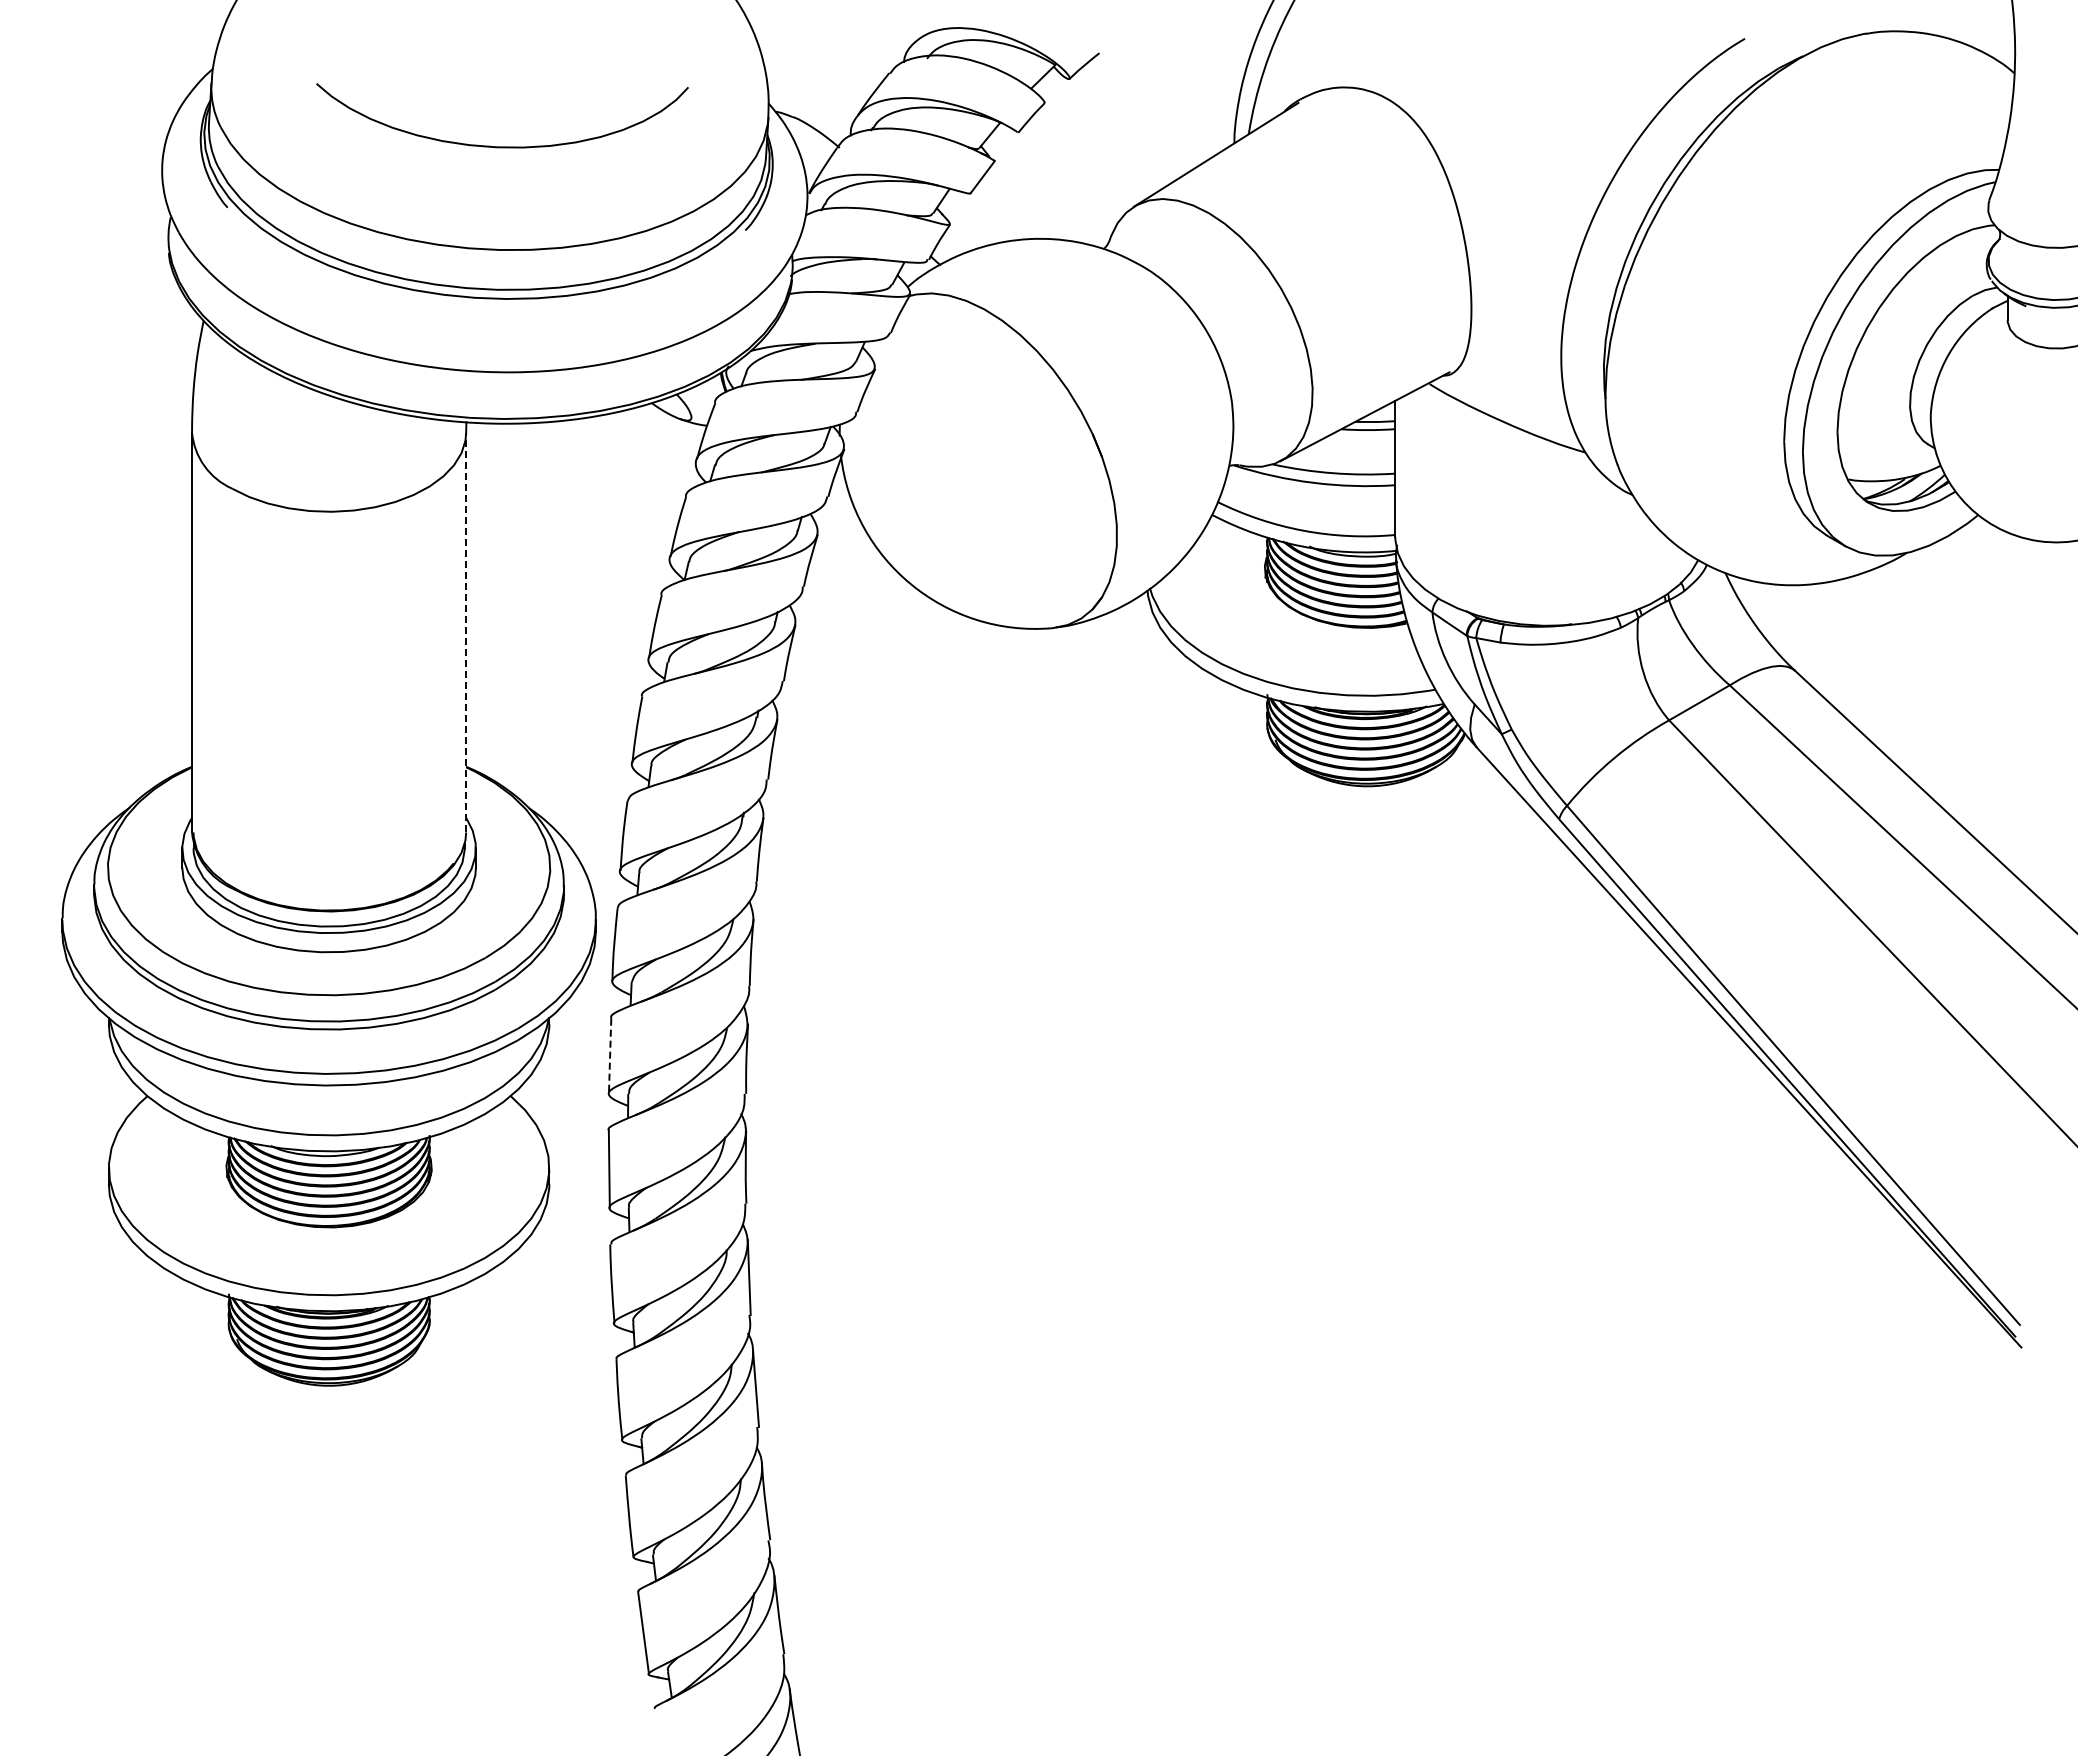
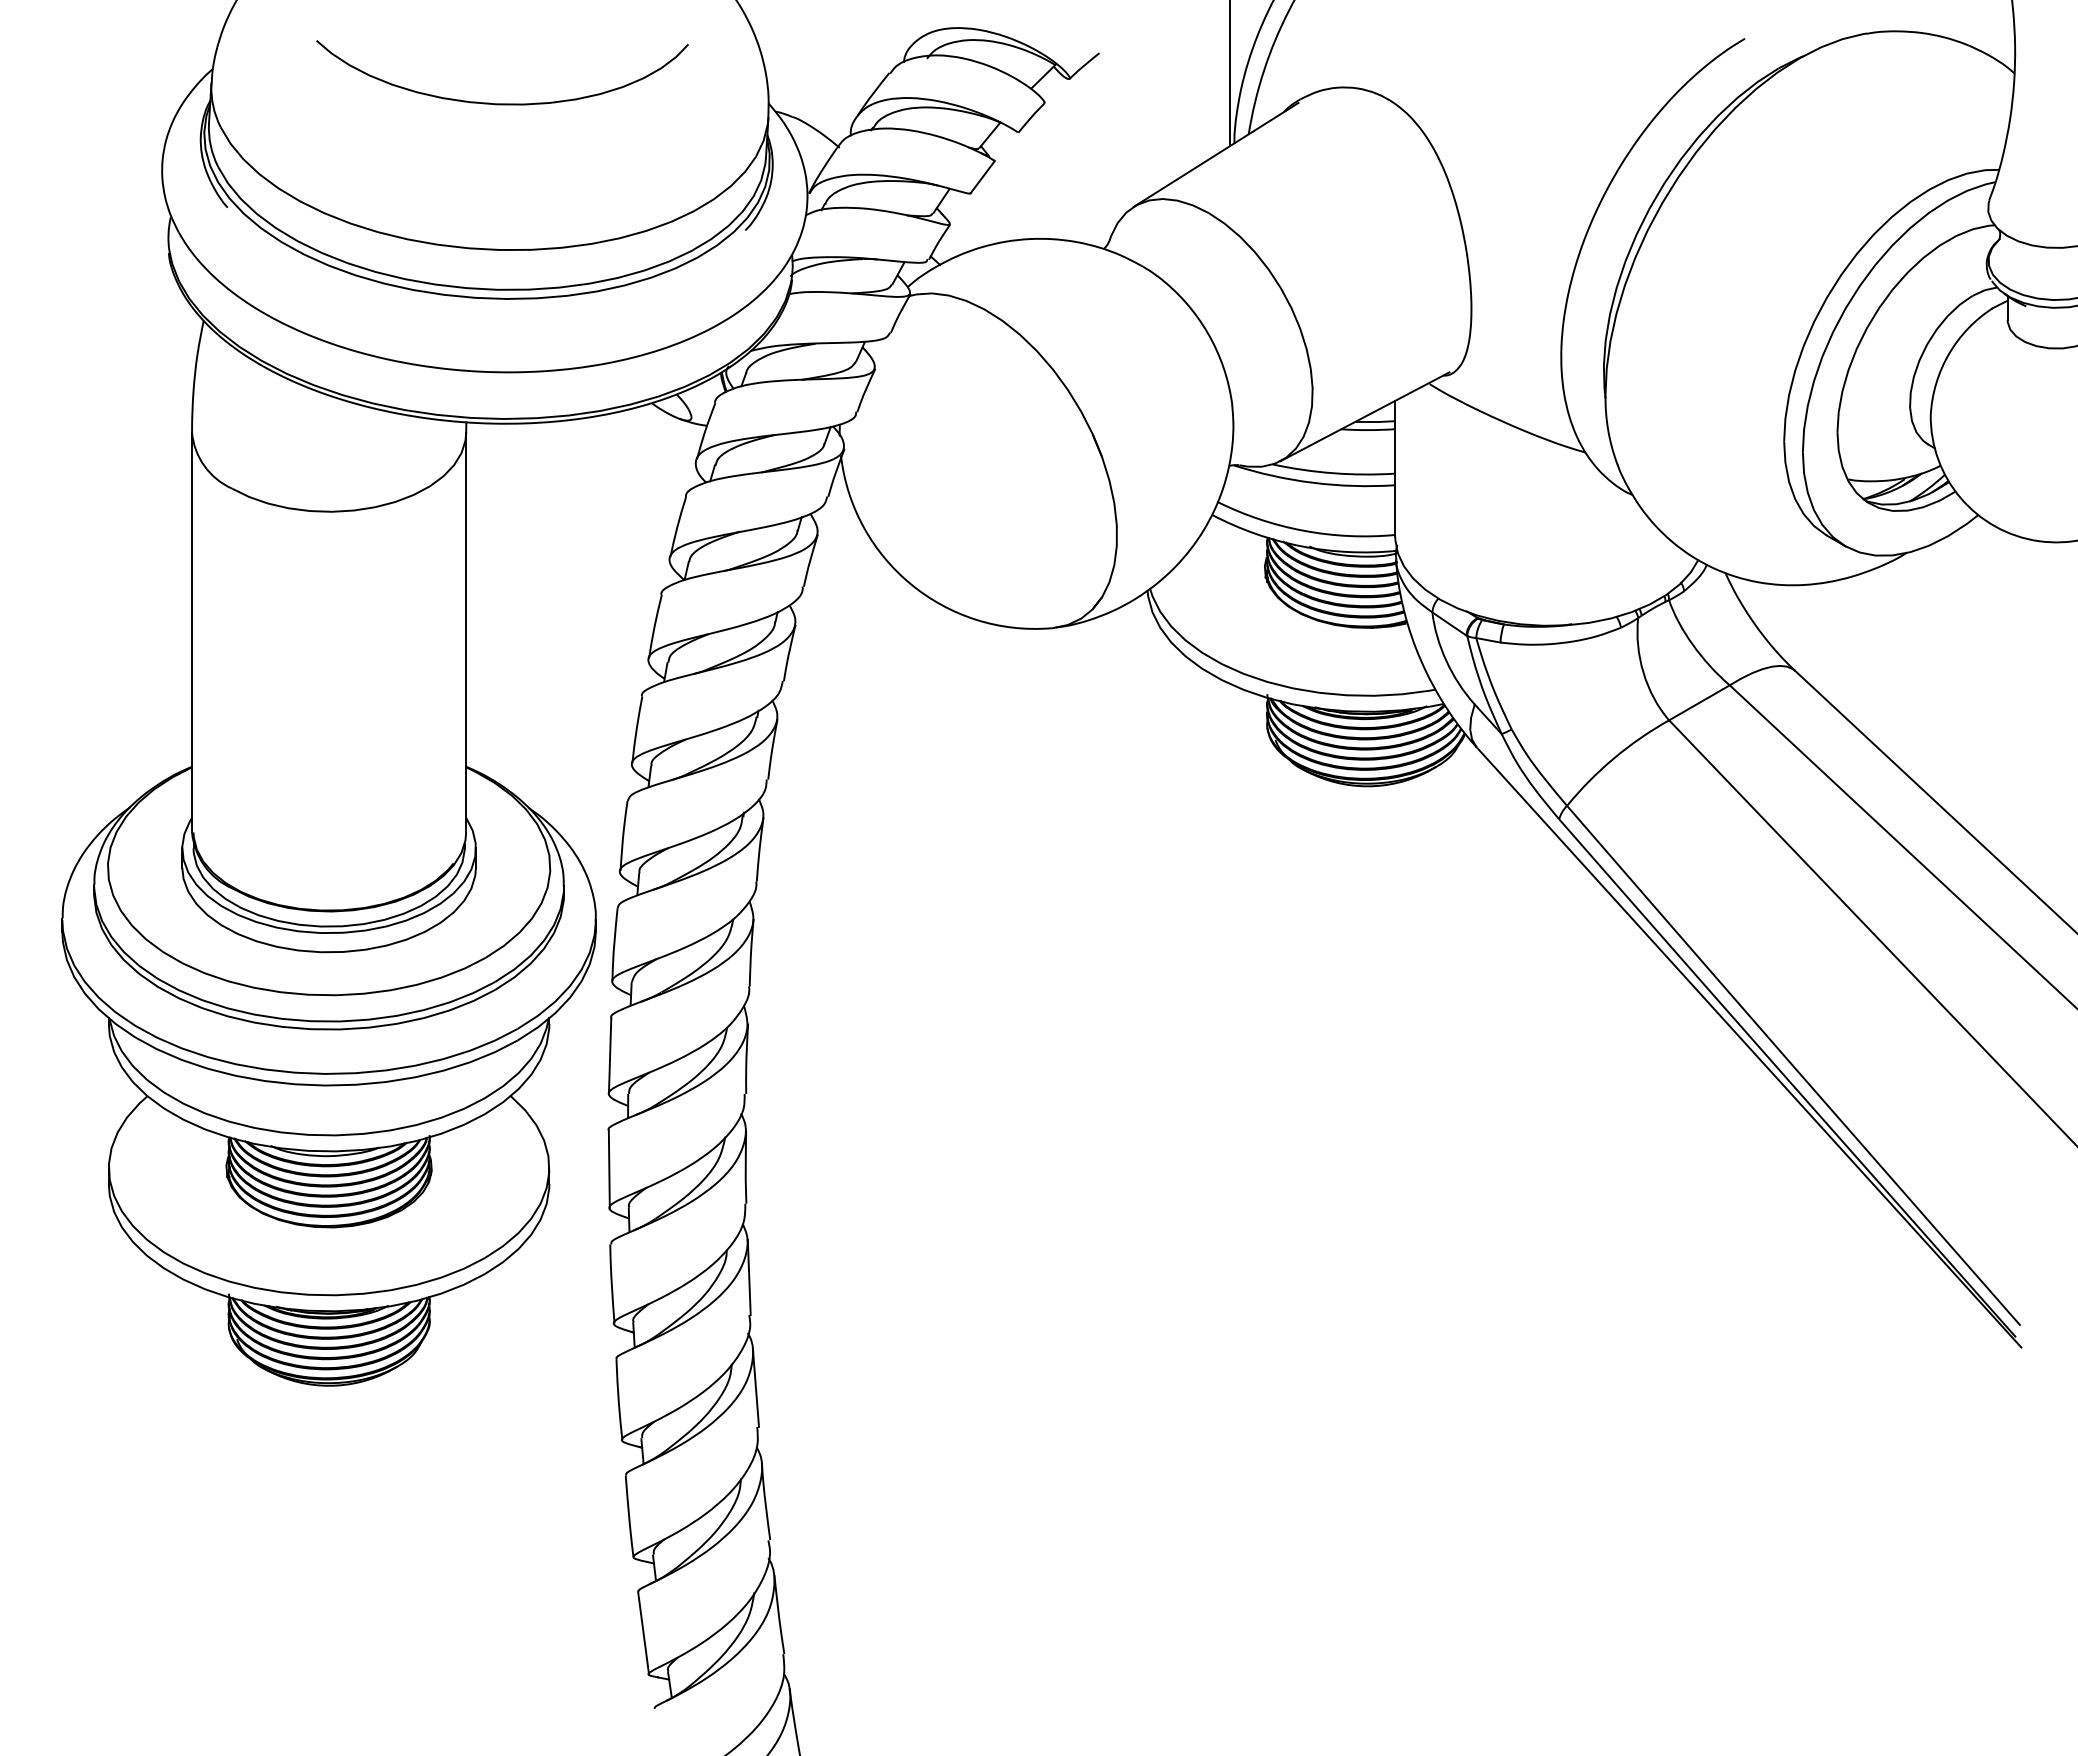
line at (1230, 73): none -> present
curve at (502, 146) position: (502, 146) -> (502, 103)
line at (466, 632): dashed -> solid
line at (610, 1056): dashed -> solid
